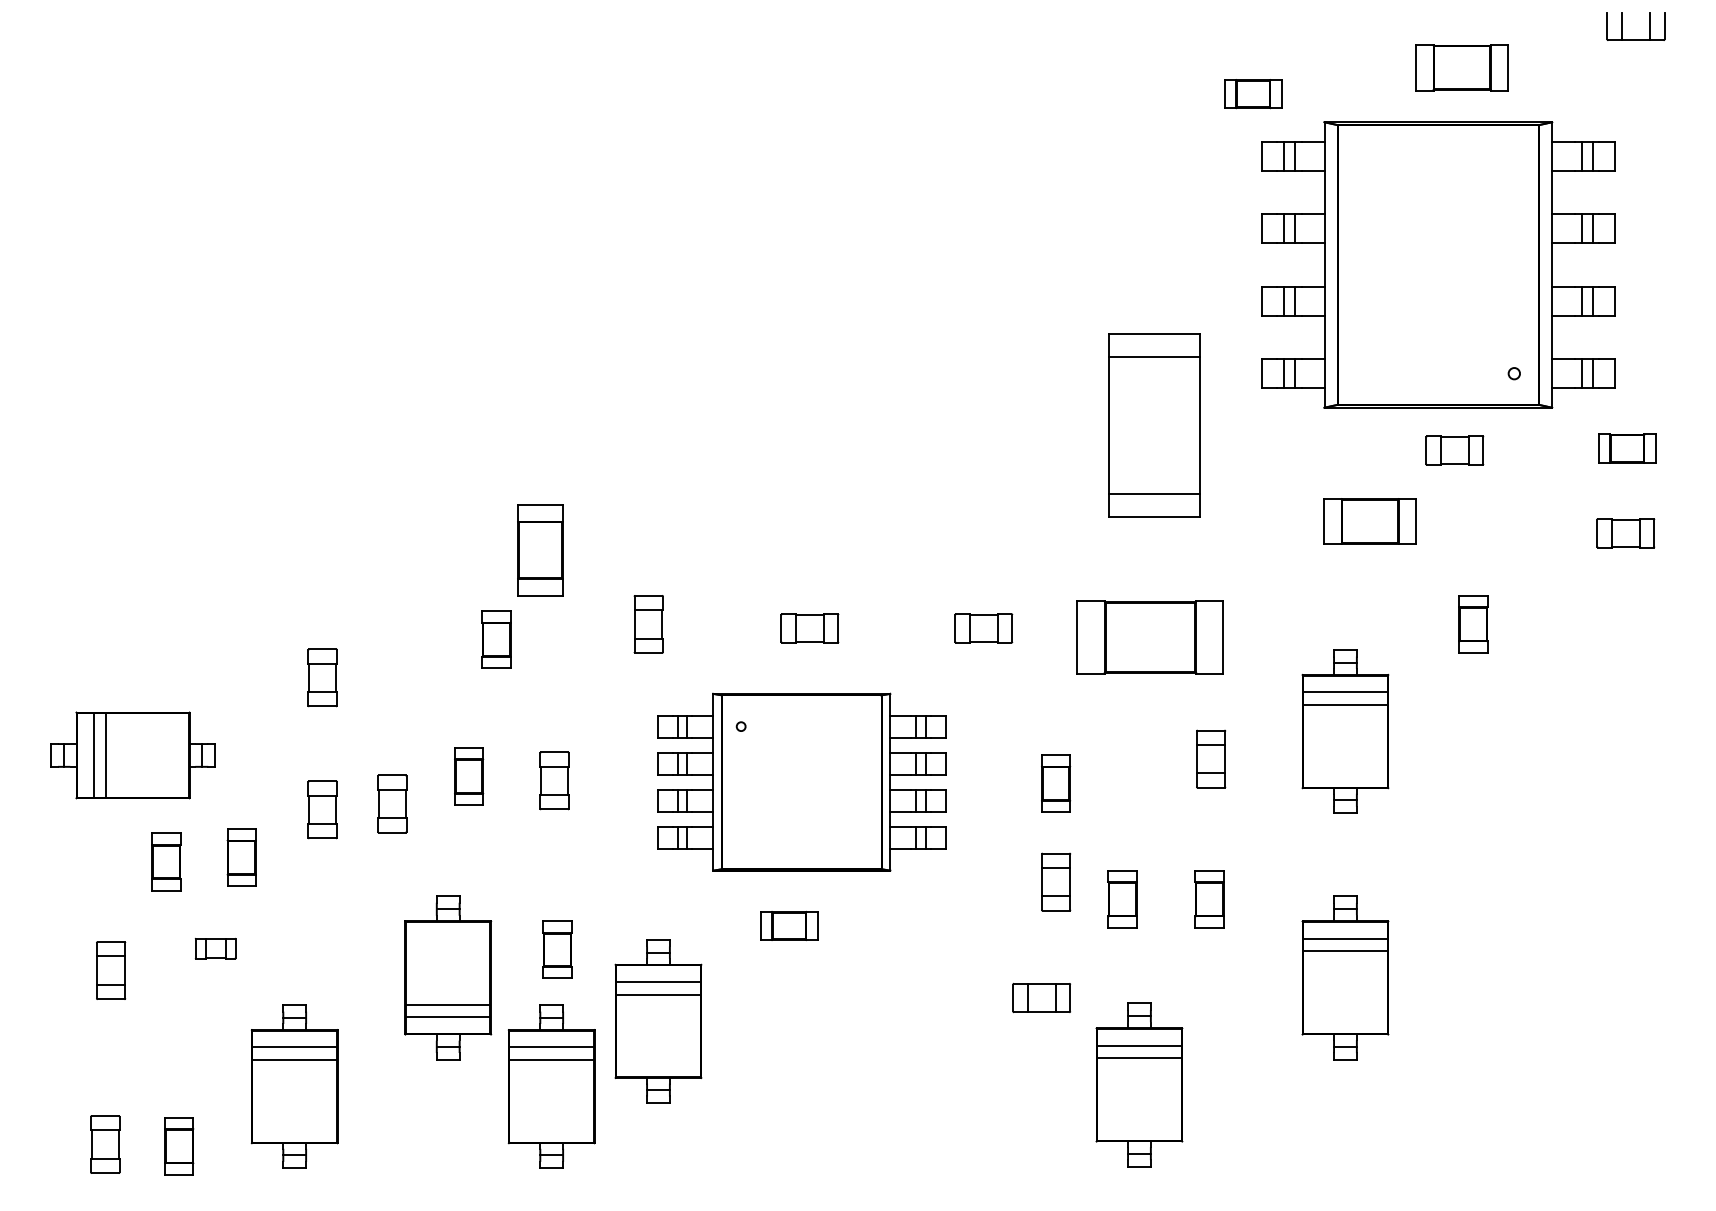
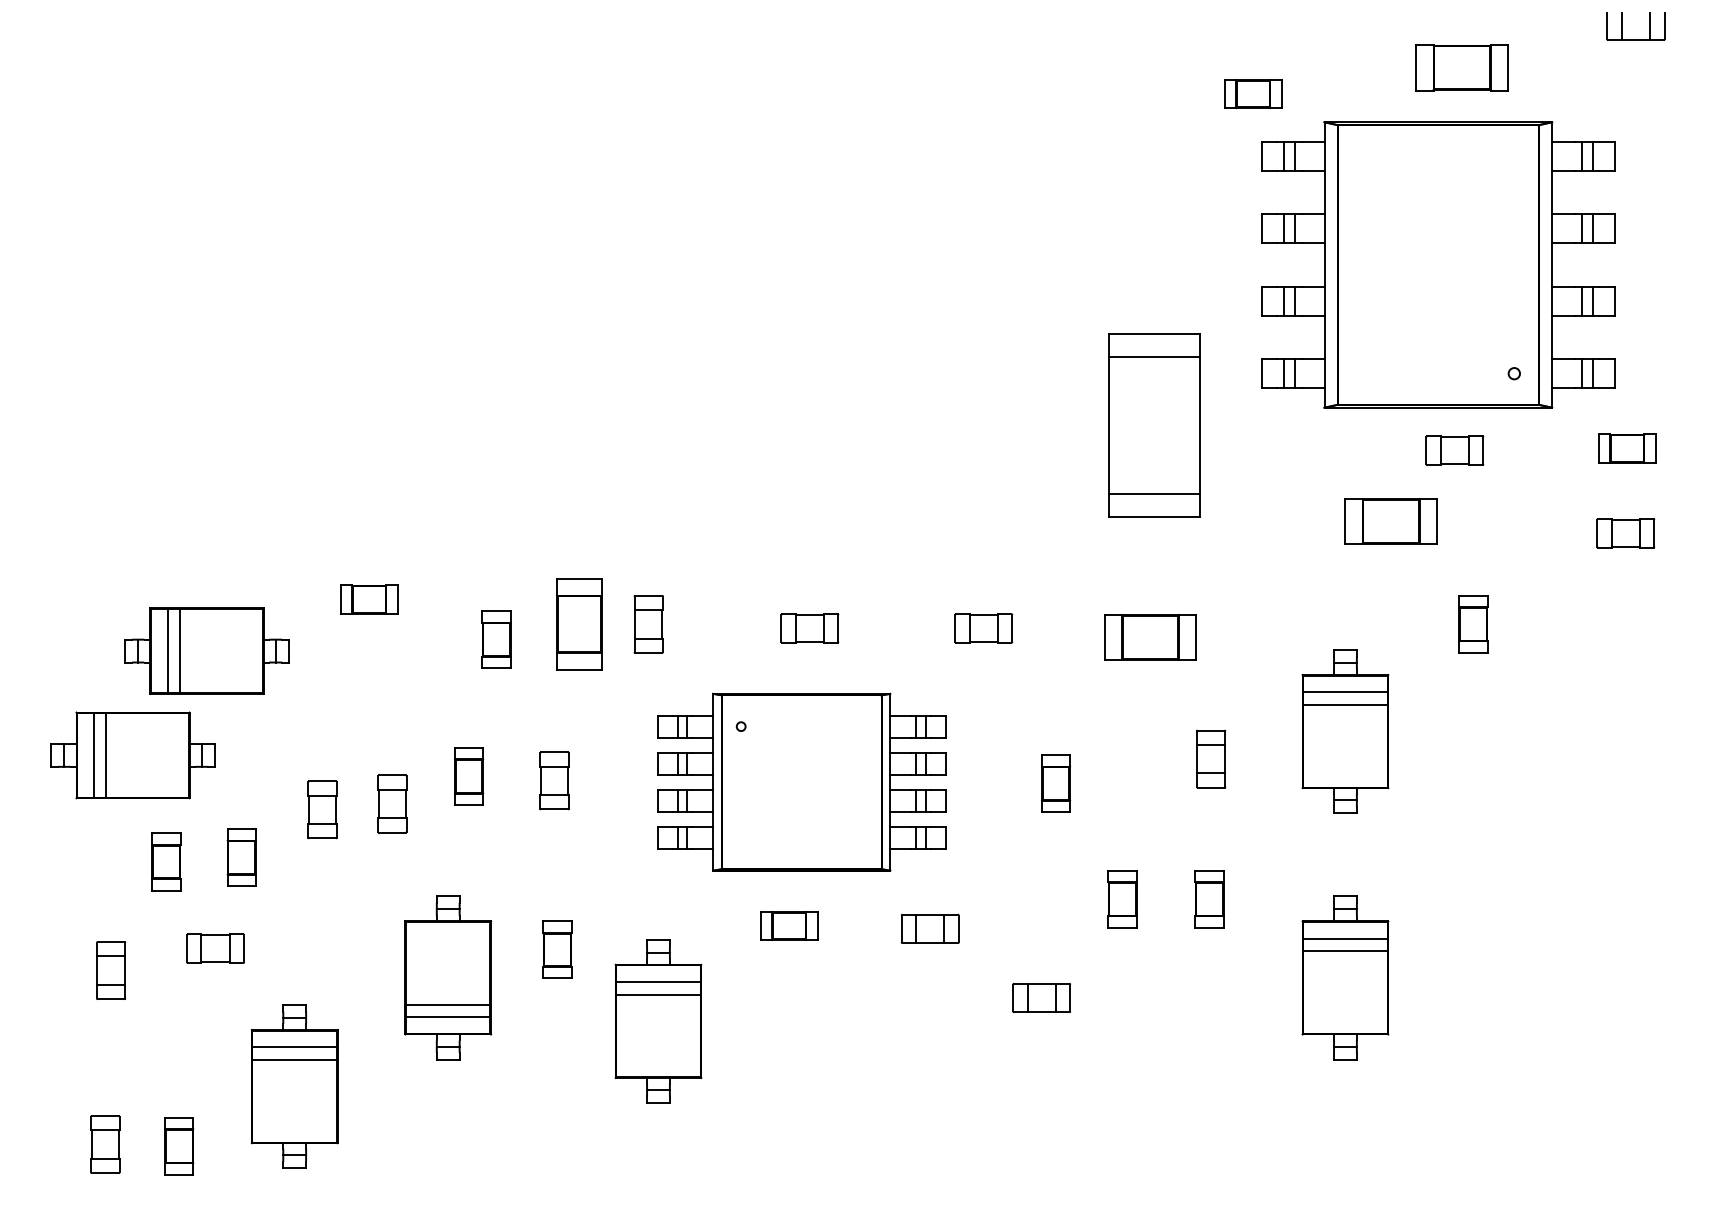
part at (1369, 521) position: (1369, 521) -> (1390, 521)
part at (540, 550) position: (540, 550) -> (579, 624)
part at (369, 599): none -> present
part at (1149, 637) size: 148x75 px -> 93x47 px
part at (206, 650): none -> present
part at (322, 677): present -> none
part at (1056, 881): present -> none
part at (929, 928): none -> present
part at (215, 948) size: 43x22 px -> 59x31 px
part at (1139, 1084): present -> none
part at (551, 1086): present -> none
